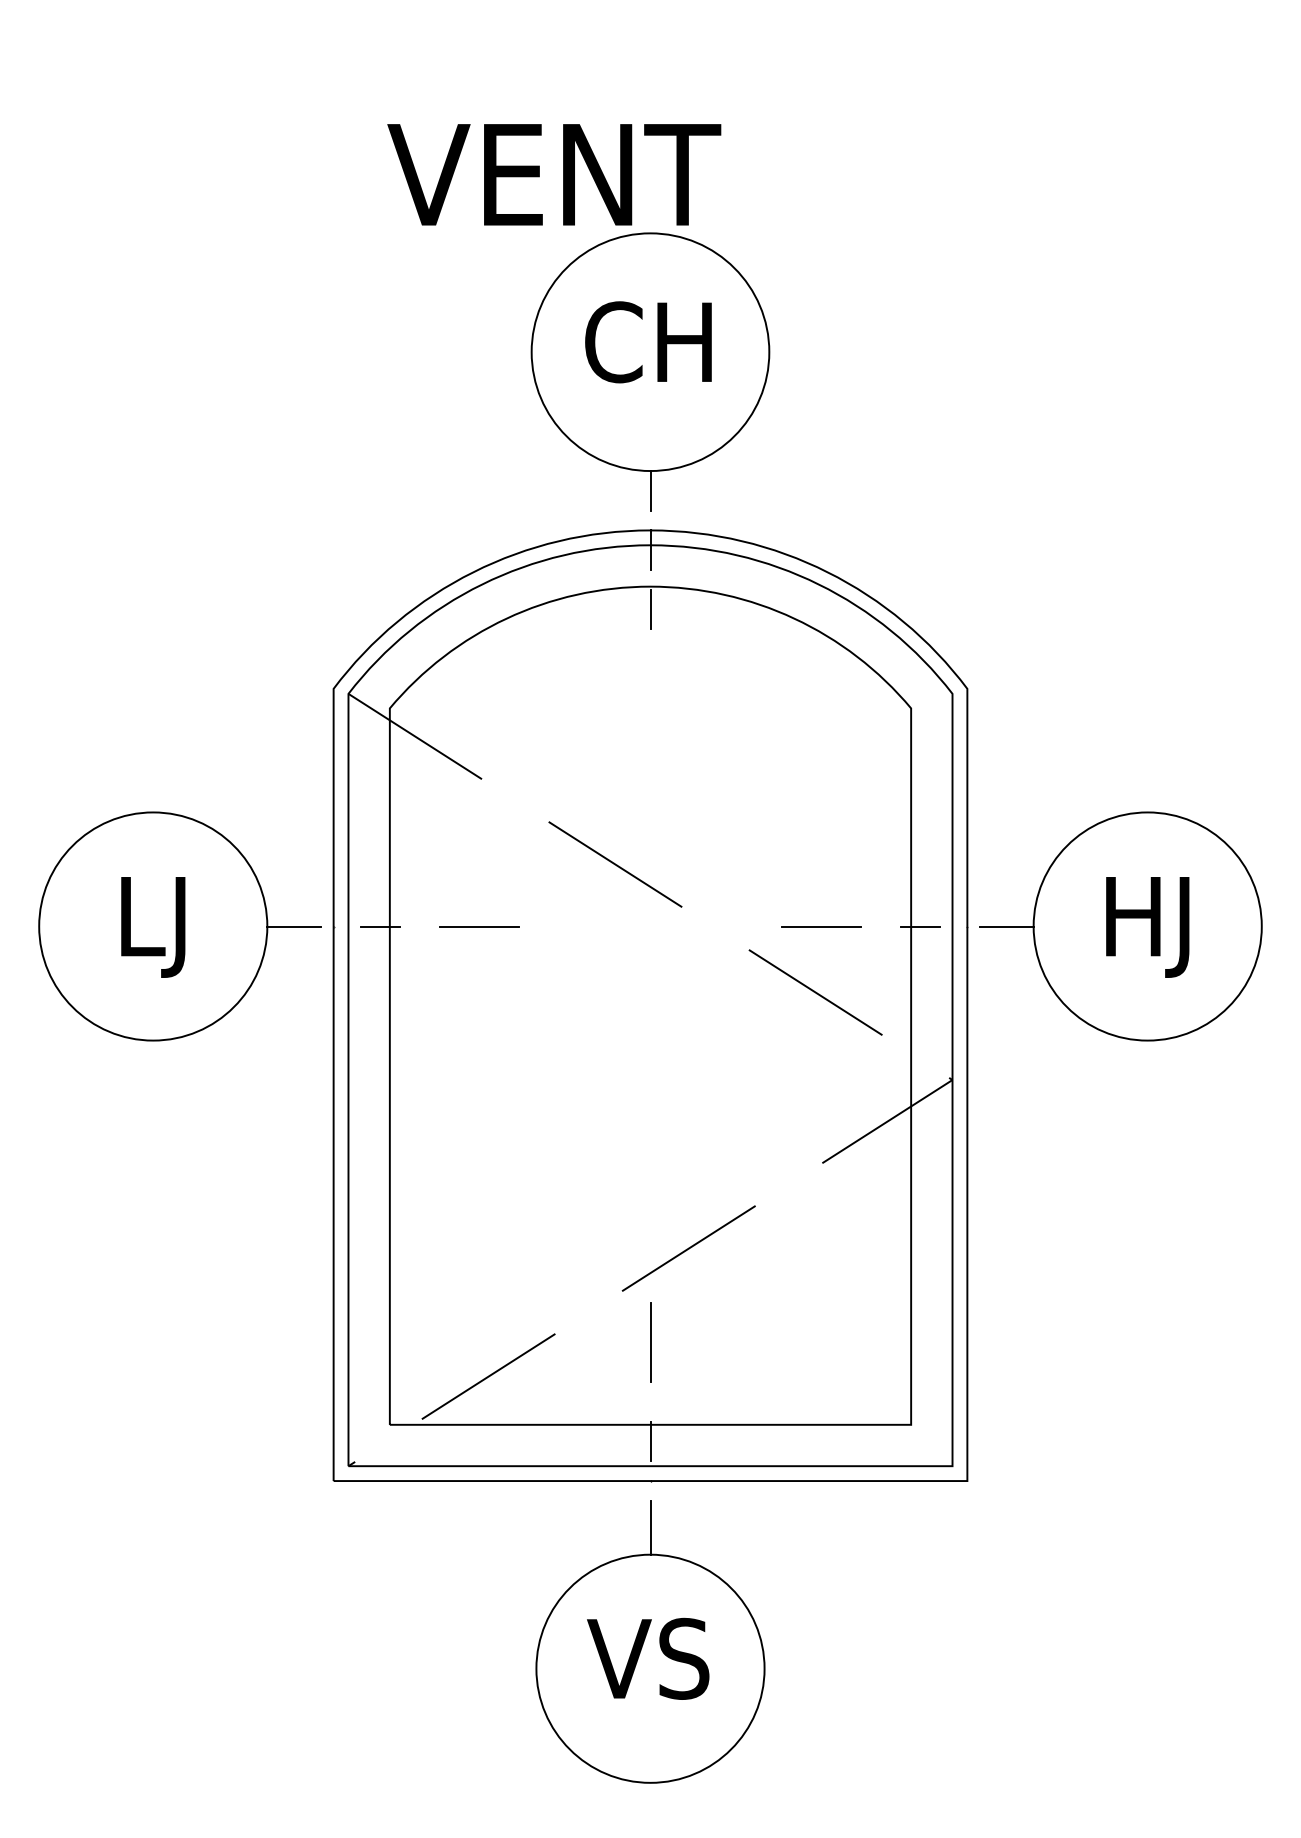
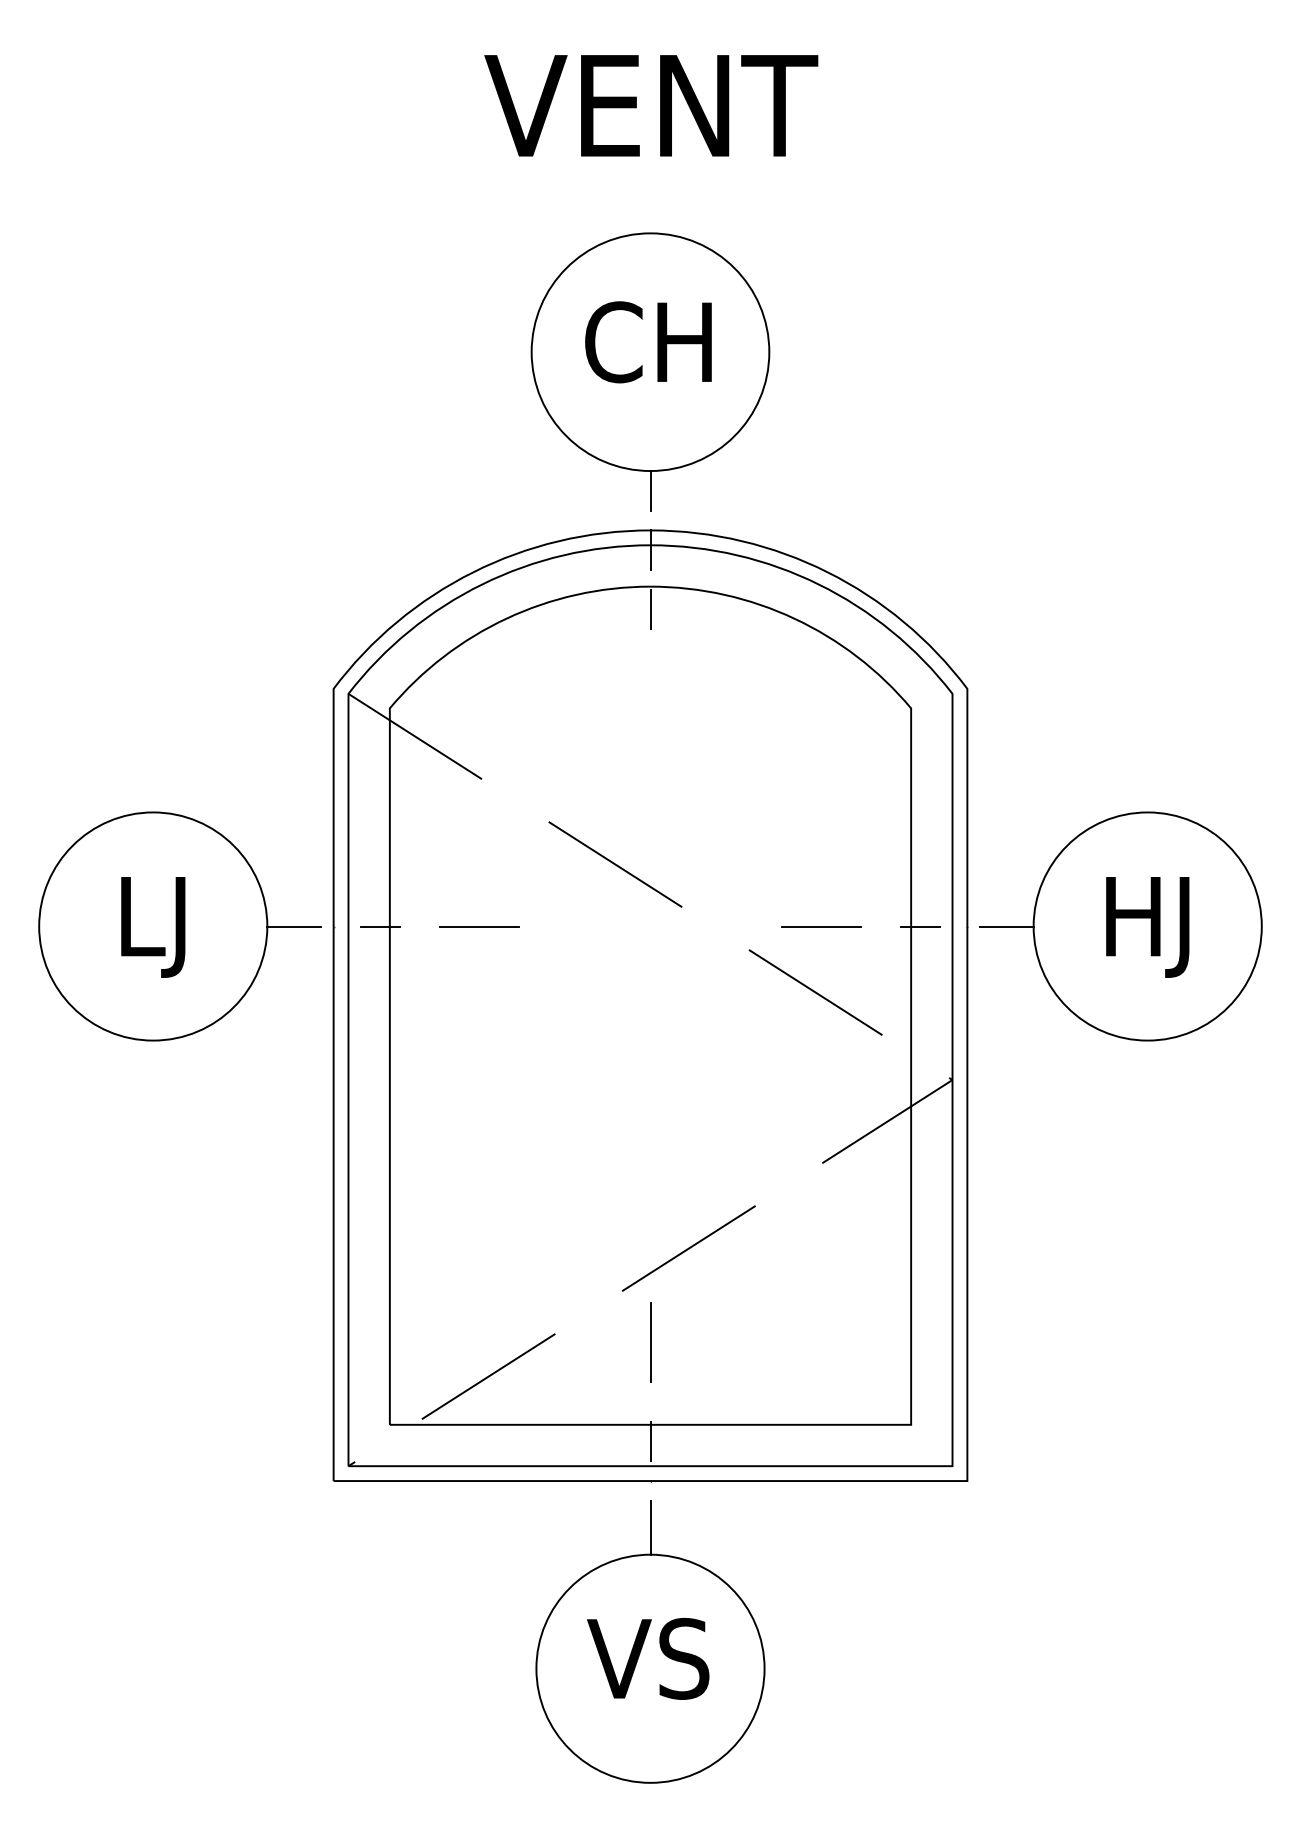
text at (554, 174) position: (554, 174) -> (651, 105)
